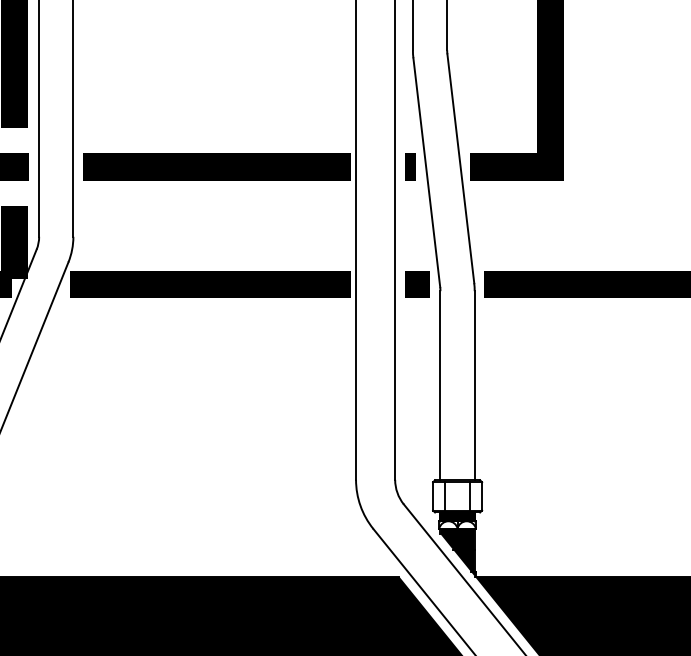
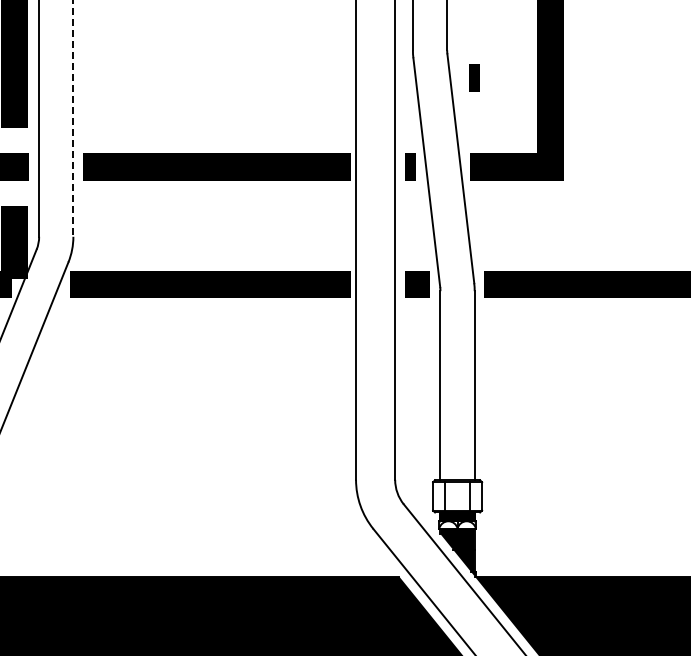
line at (474, 77): none -> present
line at (73, 118): solid -> dashed
